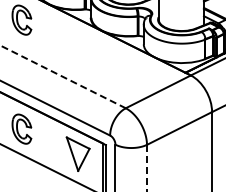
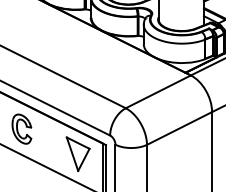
part at (21, 19): present -> none
line at (63, 76): dashed -> solid
line at (147, 168): dashed -> solid
